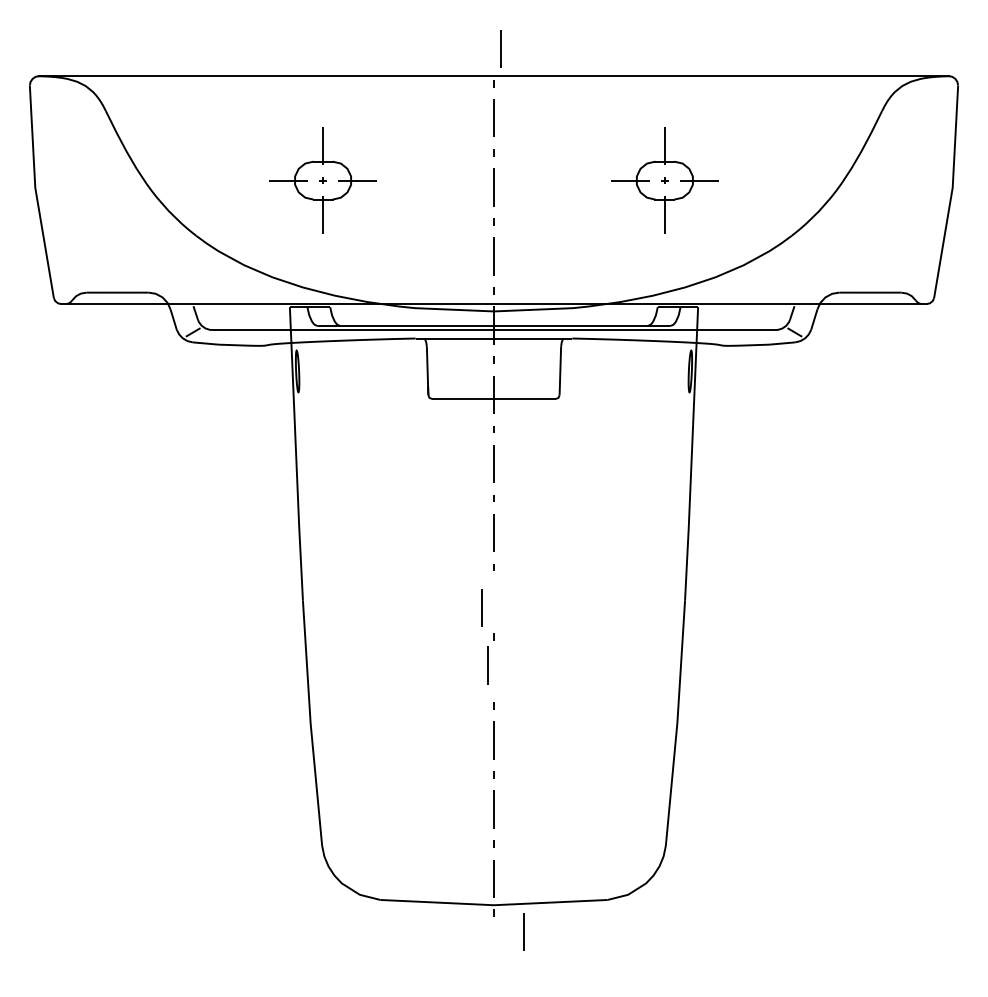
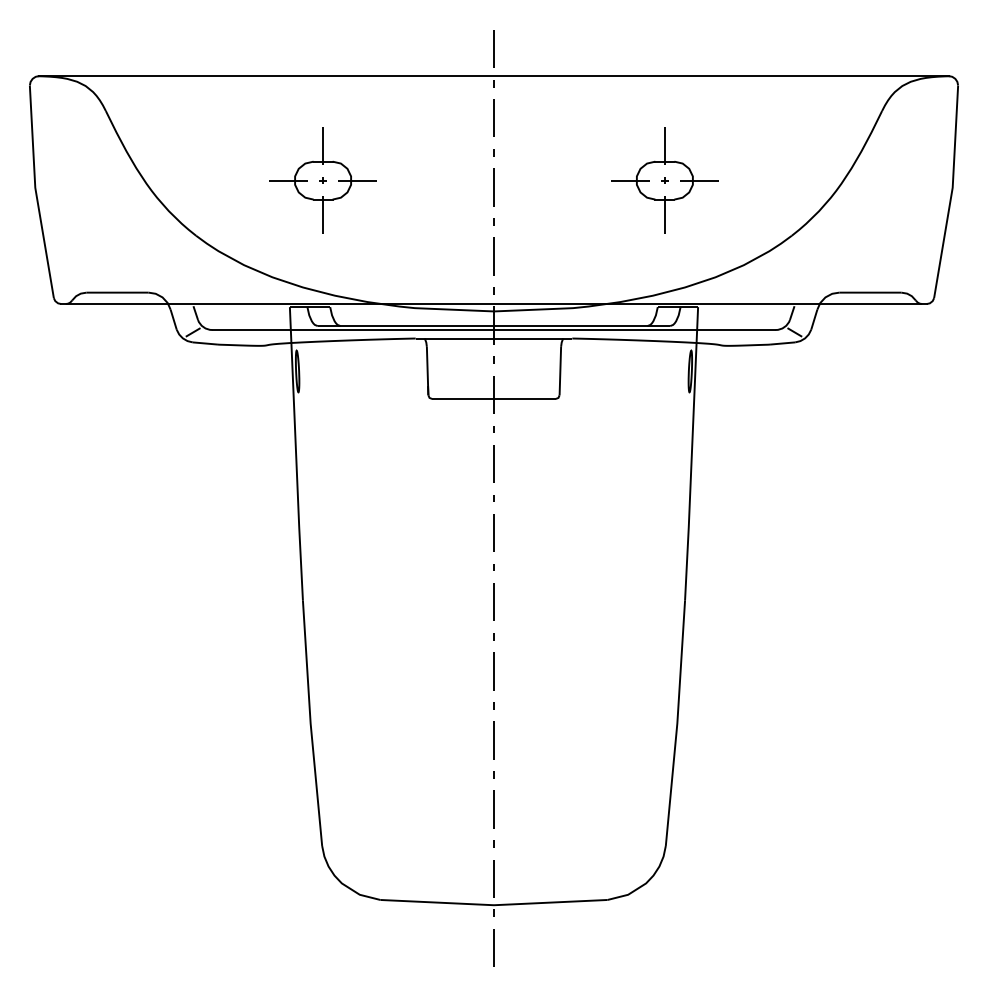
line at (500, 48) position: (500, 48) -> (493, 48)
line at (481, 607) position: (481, 607) -> (493, 601)
line at (487, 665) position: (487, 665) -> (493, 671)
line at (523, 931) position: (523, 931) -> (493, 947)
